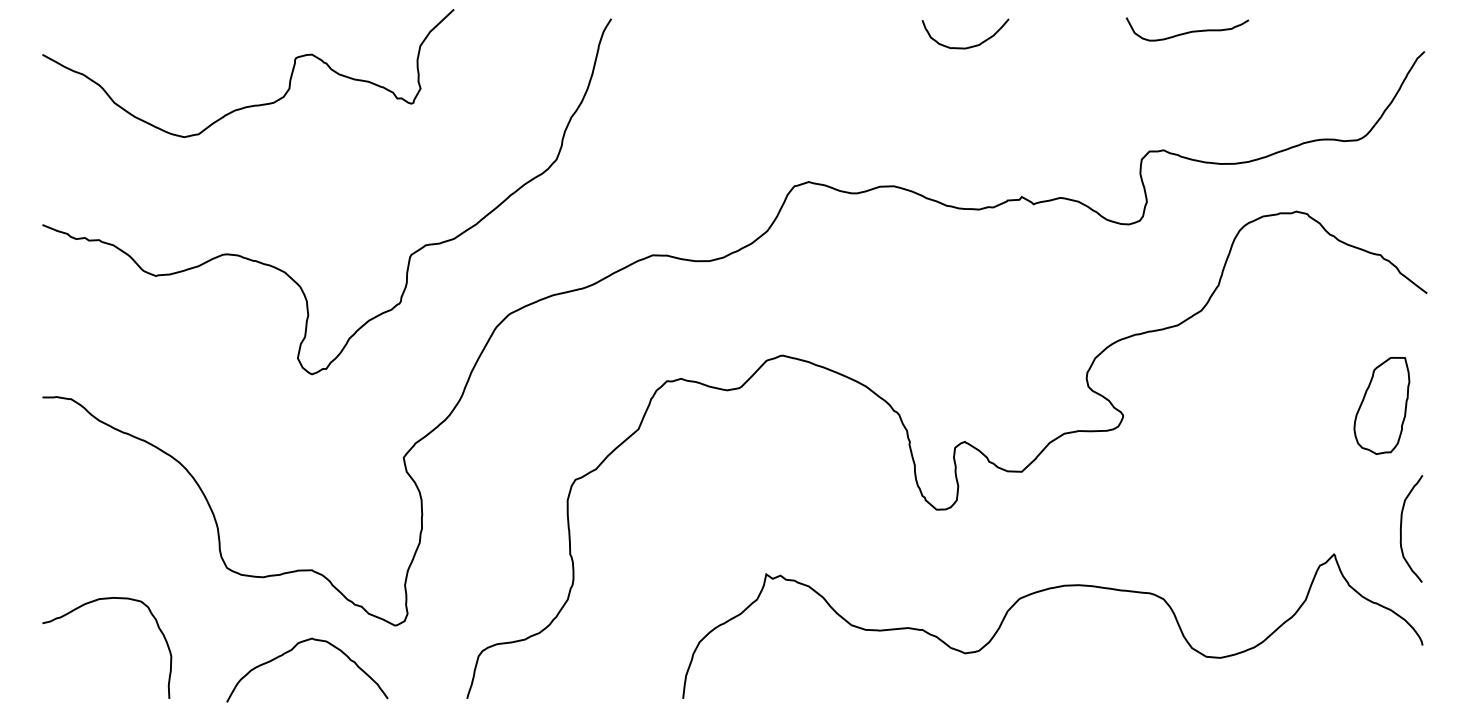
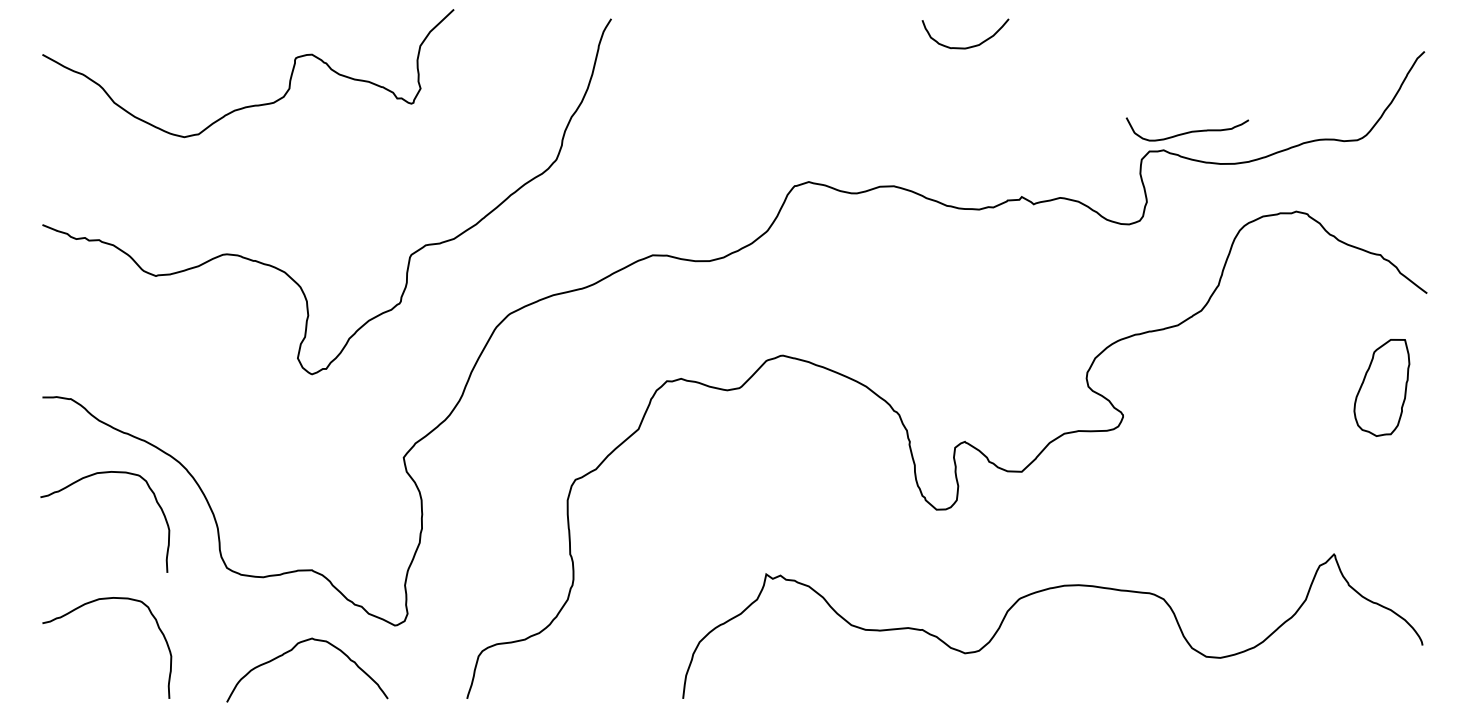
curve at (1188, 31) position: (1188, 31) -> (1188, 131)
part at (1381, 405) position: (1381, 405) -> (1381, 387)
curve at (91, 476): none -> present
curve at (1401, 528): present -> none
